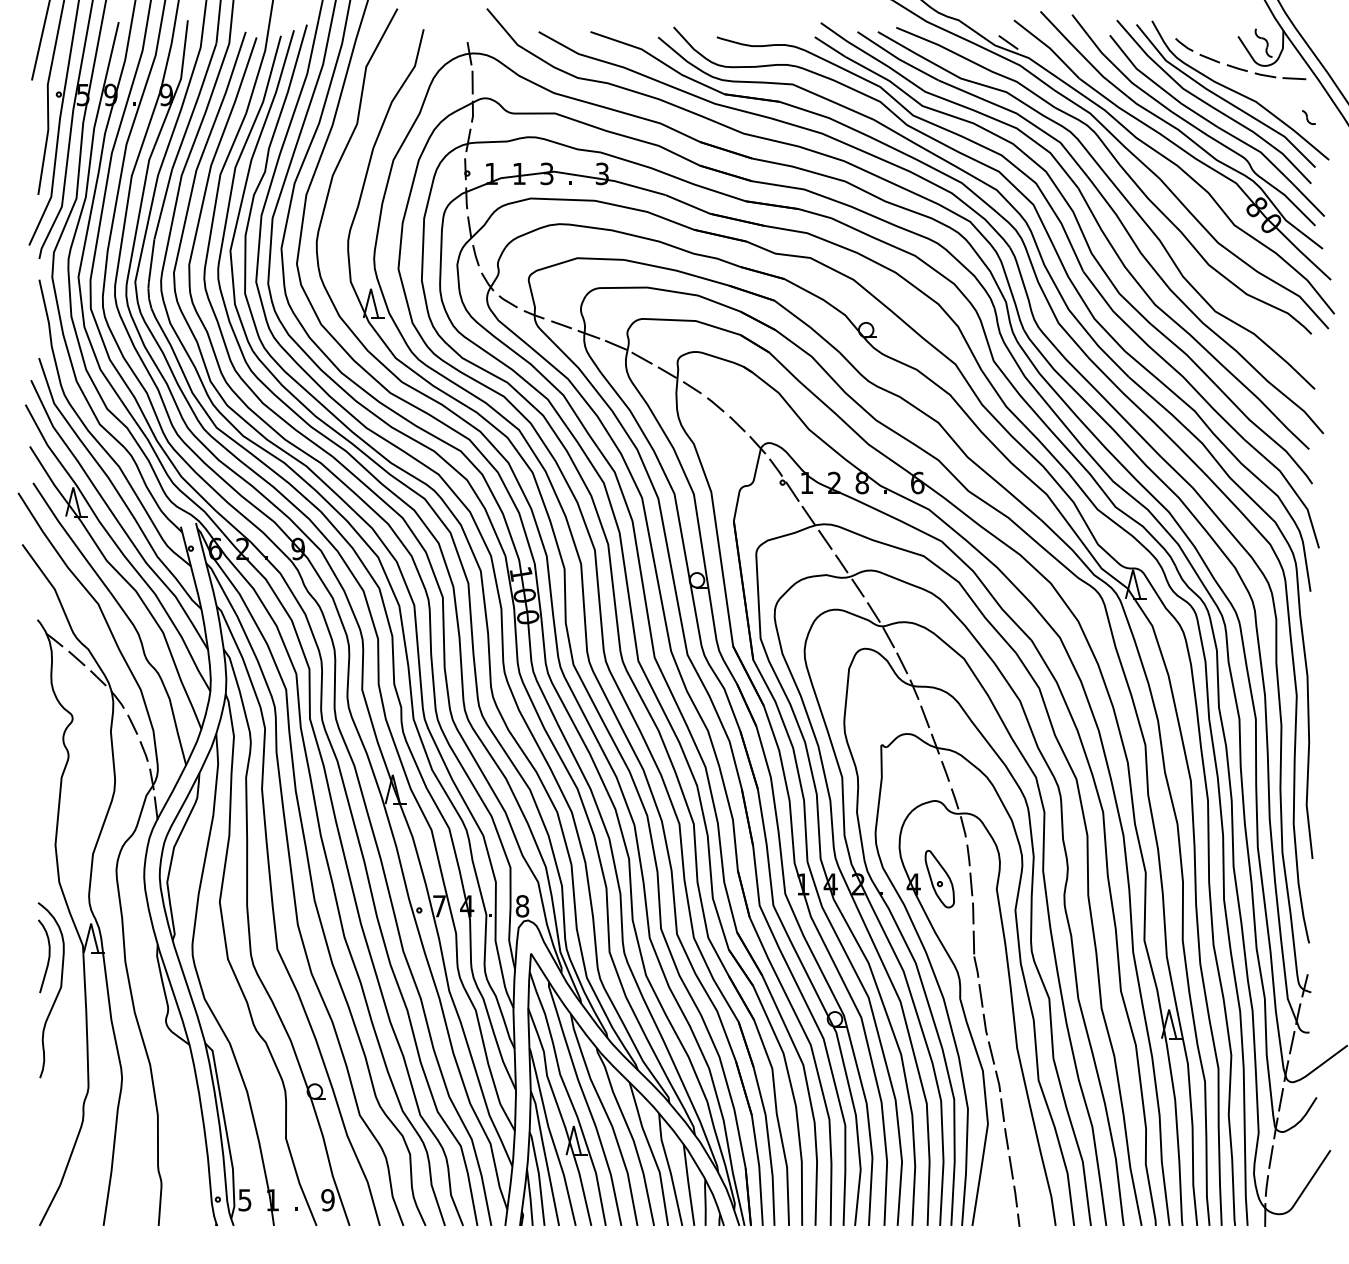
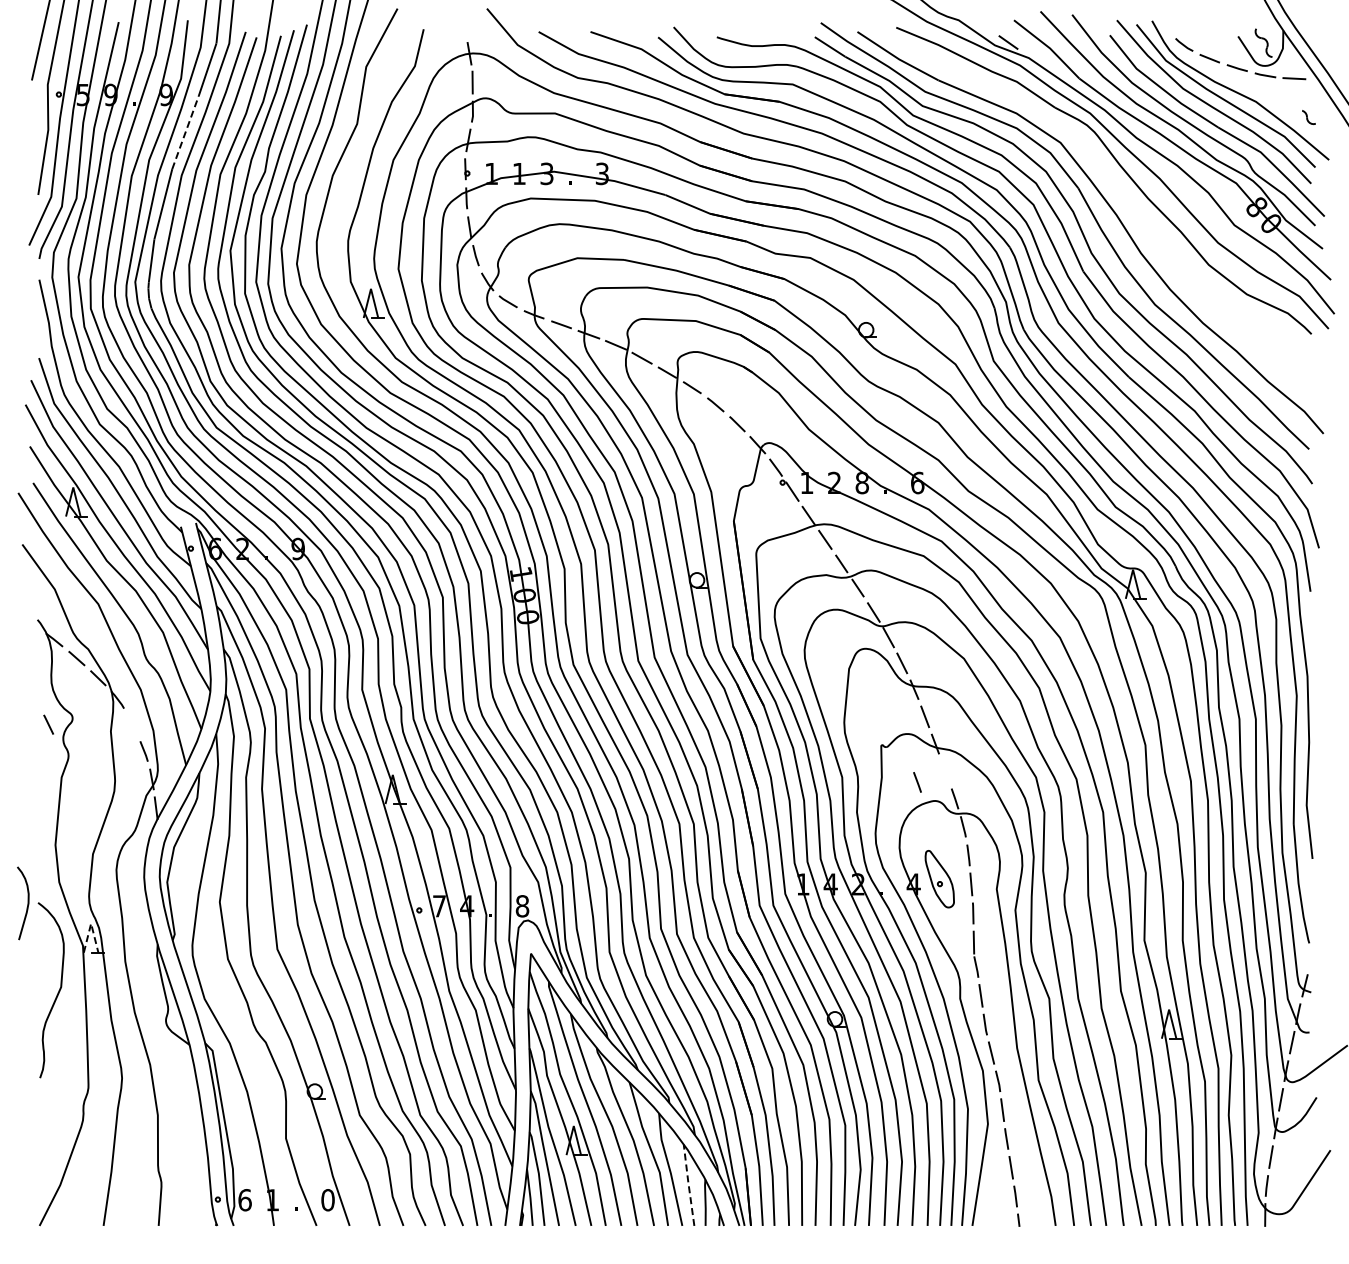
line at (185, 132): solid -> dashed
curve at (1116, 189): present -> none
line at (132, 724) position: (132, 724) -> (48, 724)
line at (945, 771) position: (945, 771) -> (917, 782)
line at (91, 923): solid -> dashed
curve at (48, 956) position: (48, 956) -> (27, 903)
line at (688, 1185): solid -> dashed
text at (244, 1200): 5 -> 6
text at (327, 1200): 9 -> 0
